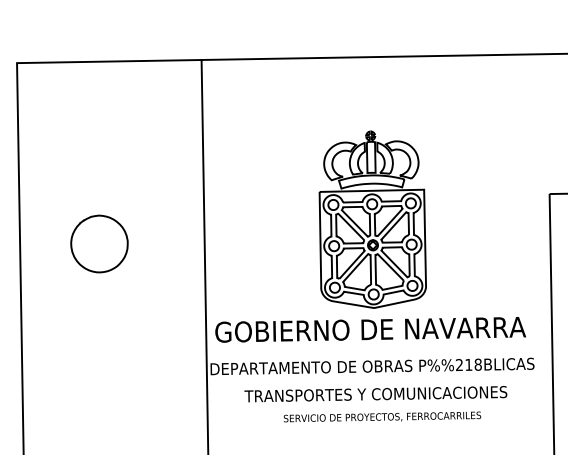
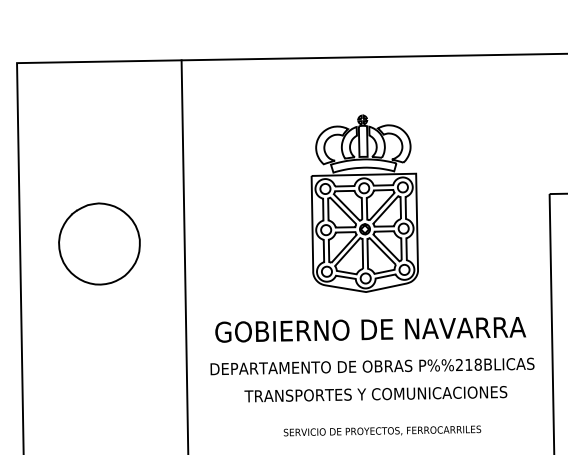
part at (372, 219) position: (372, 219) -> (364, 203)
part at (99, 243) size: 59x60 px -> 83x84 px
line at (204, 255) position: (204, 255) -> (184, 255)
text at (382, 416) position: (382, 416) -> (382, 430)
